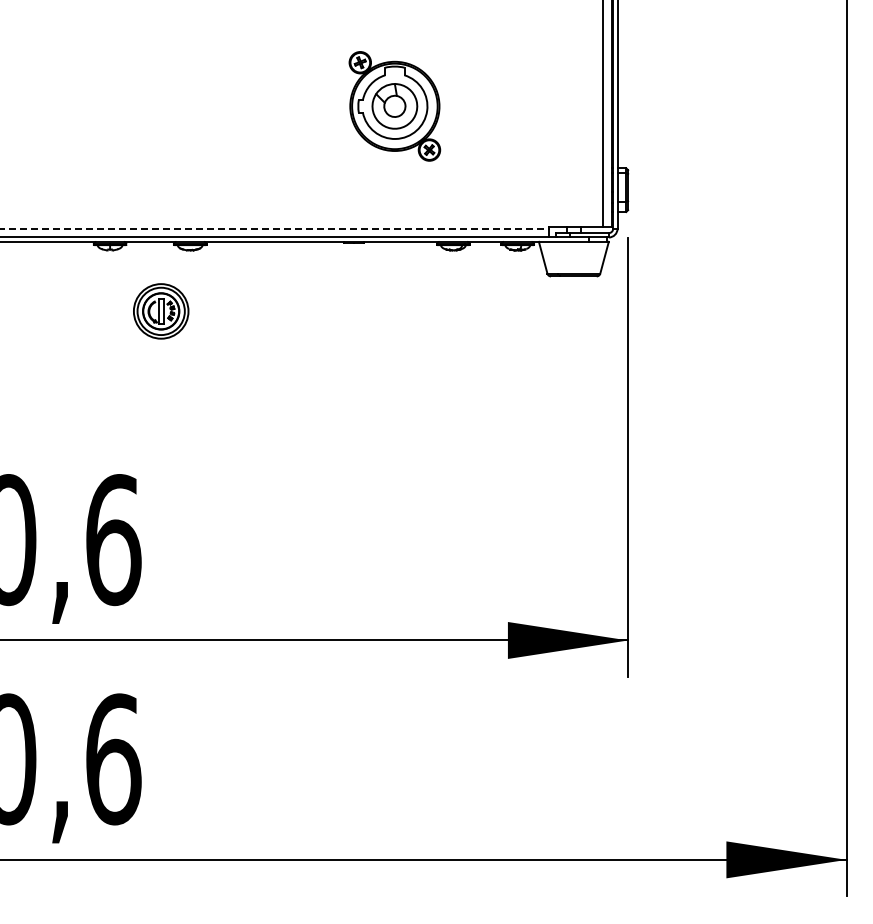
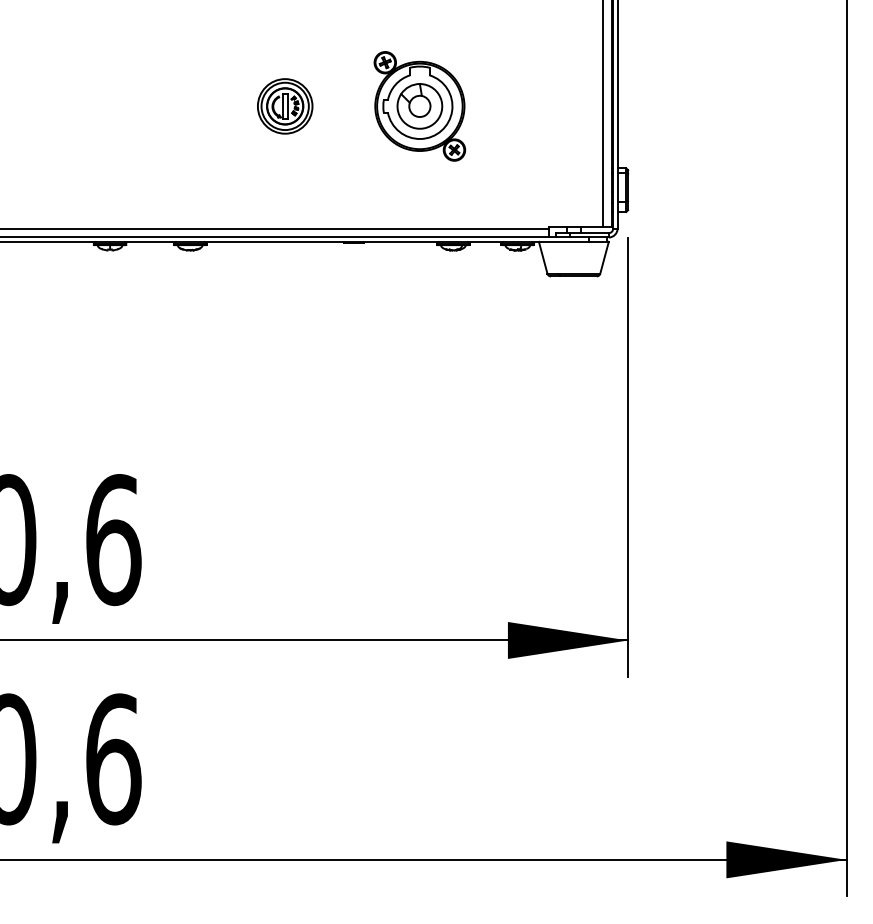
part at (394, 106) position: (394, 106) -> (419, 106)
line at (275, 228): dashed -> solid
part at (161, 311) position: (161, 311) -> (285, 106)
